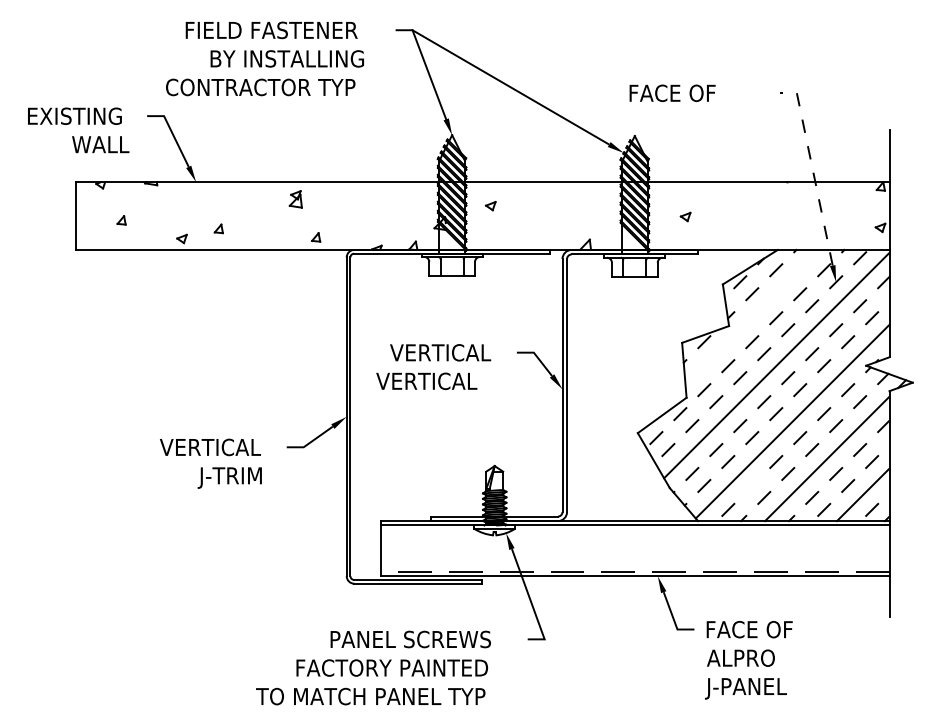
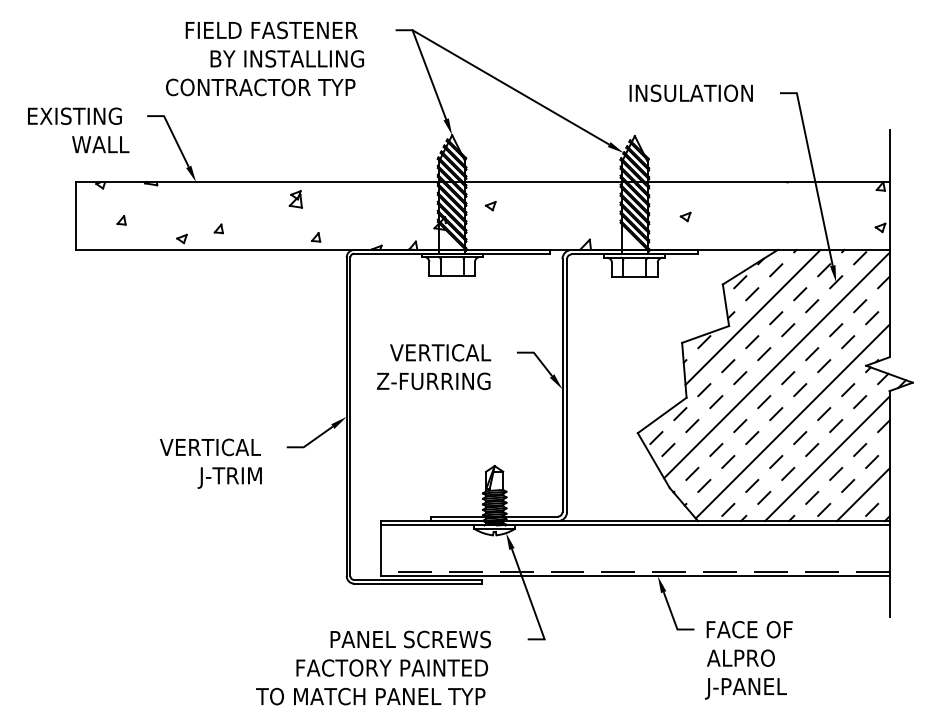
text at (691, 93): FACE OF -> INSULATION
line at (812, 170): dashed -> solid
line at (752, 316): none -> present
text at (433, 381): VERTICAL -> Z-FURRING
line at (752, 485): none -> present
